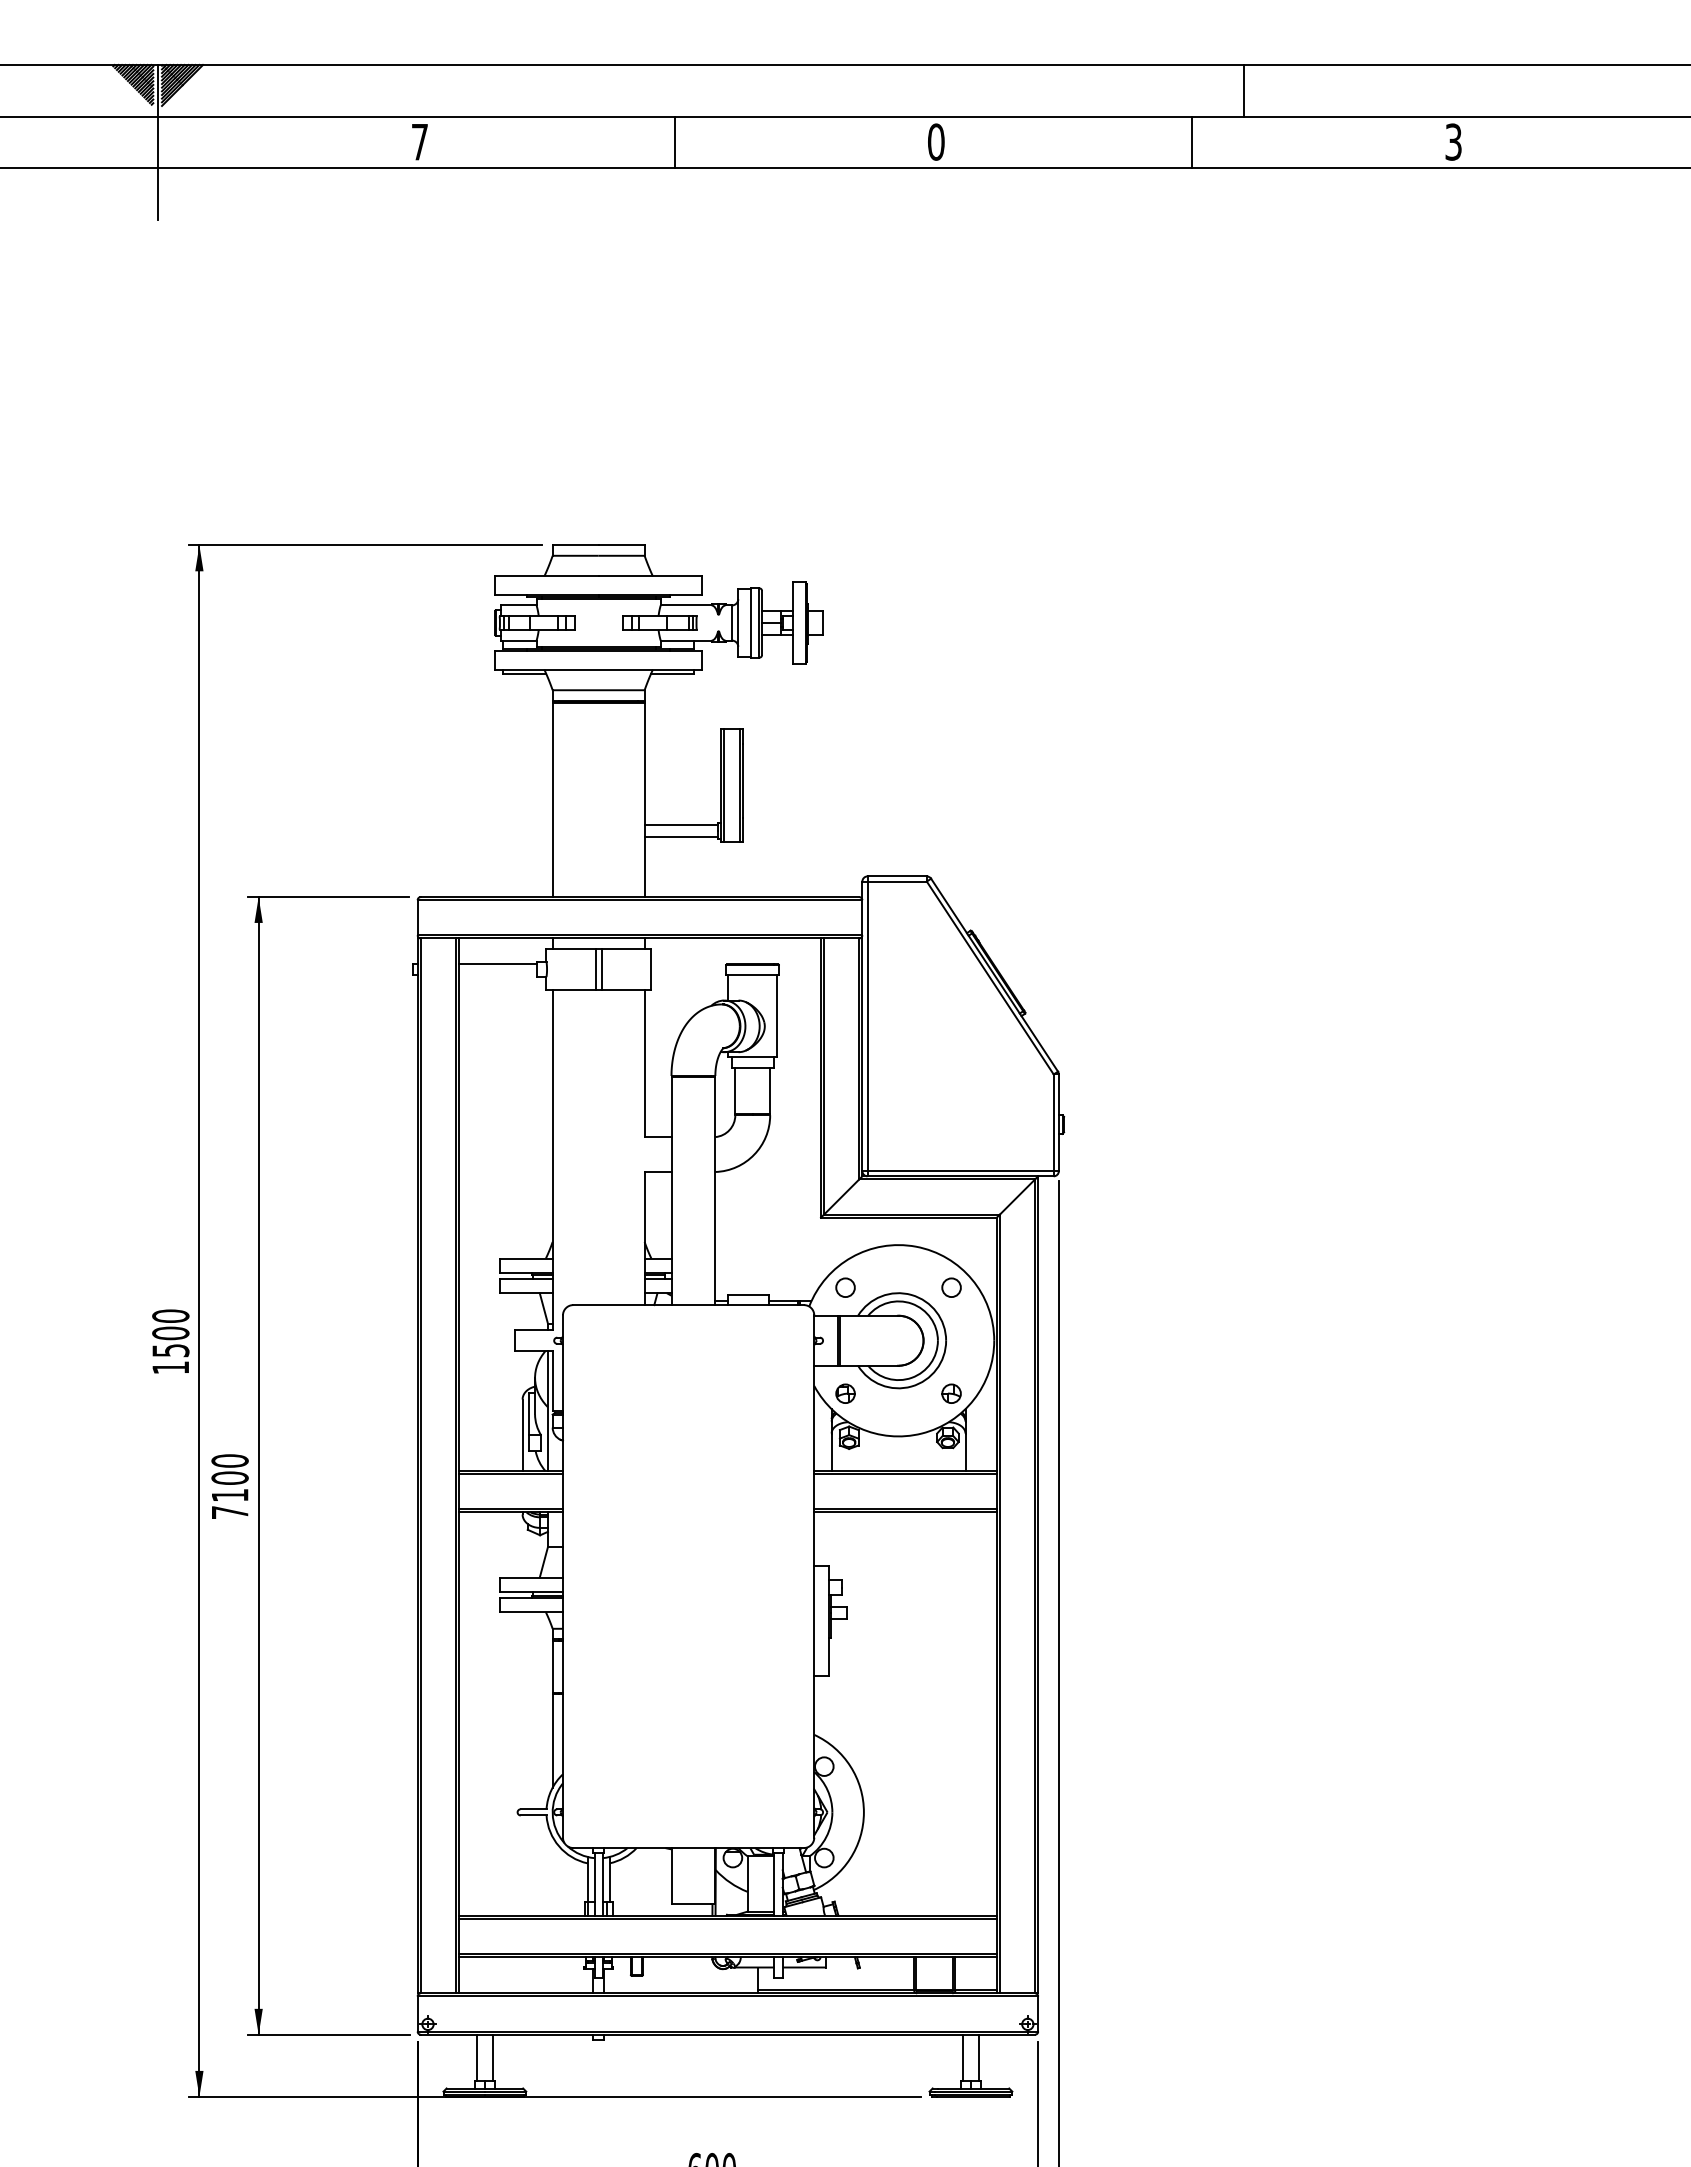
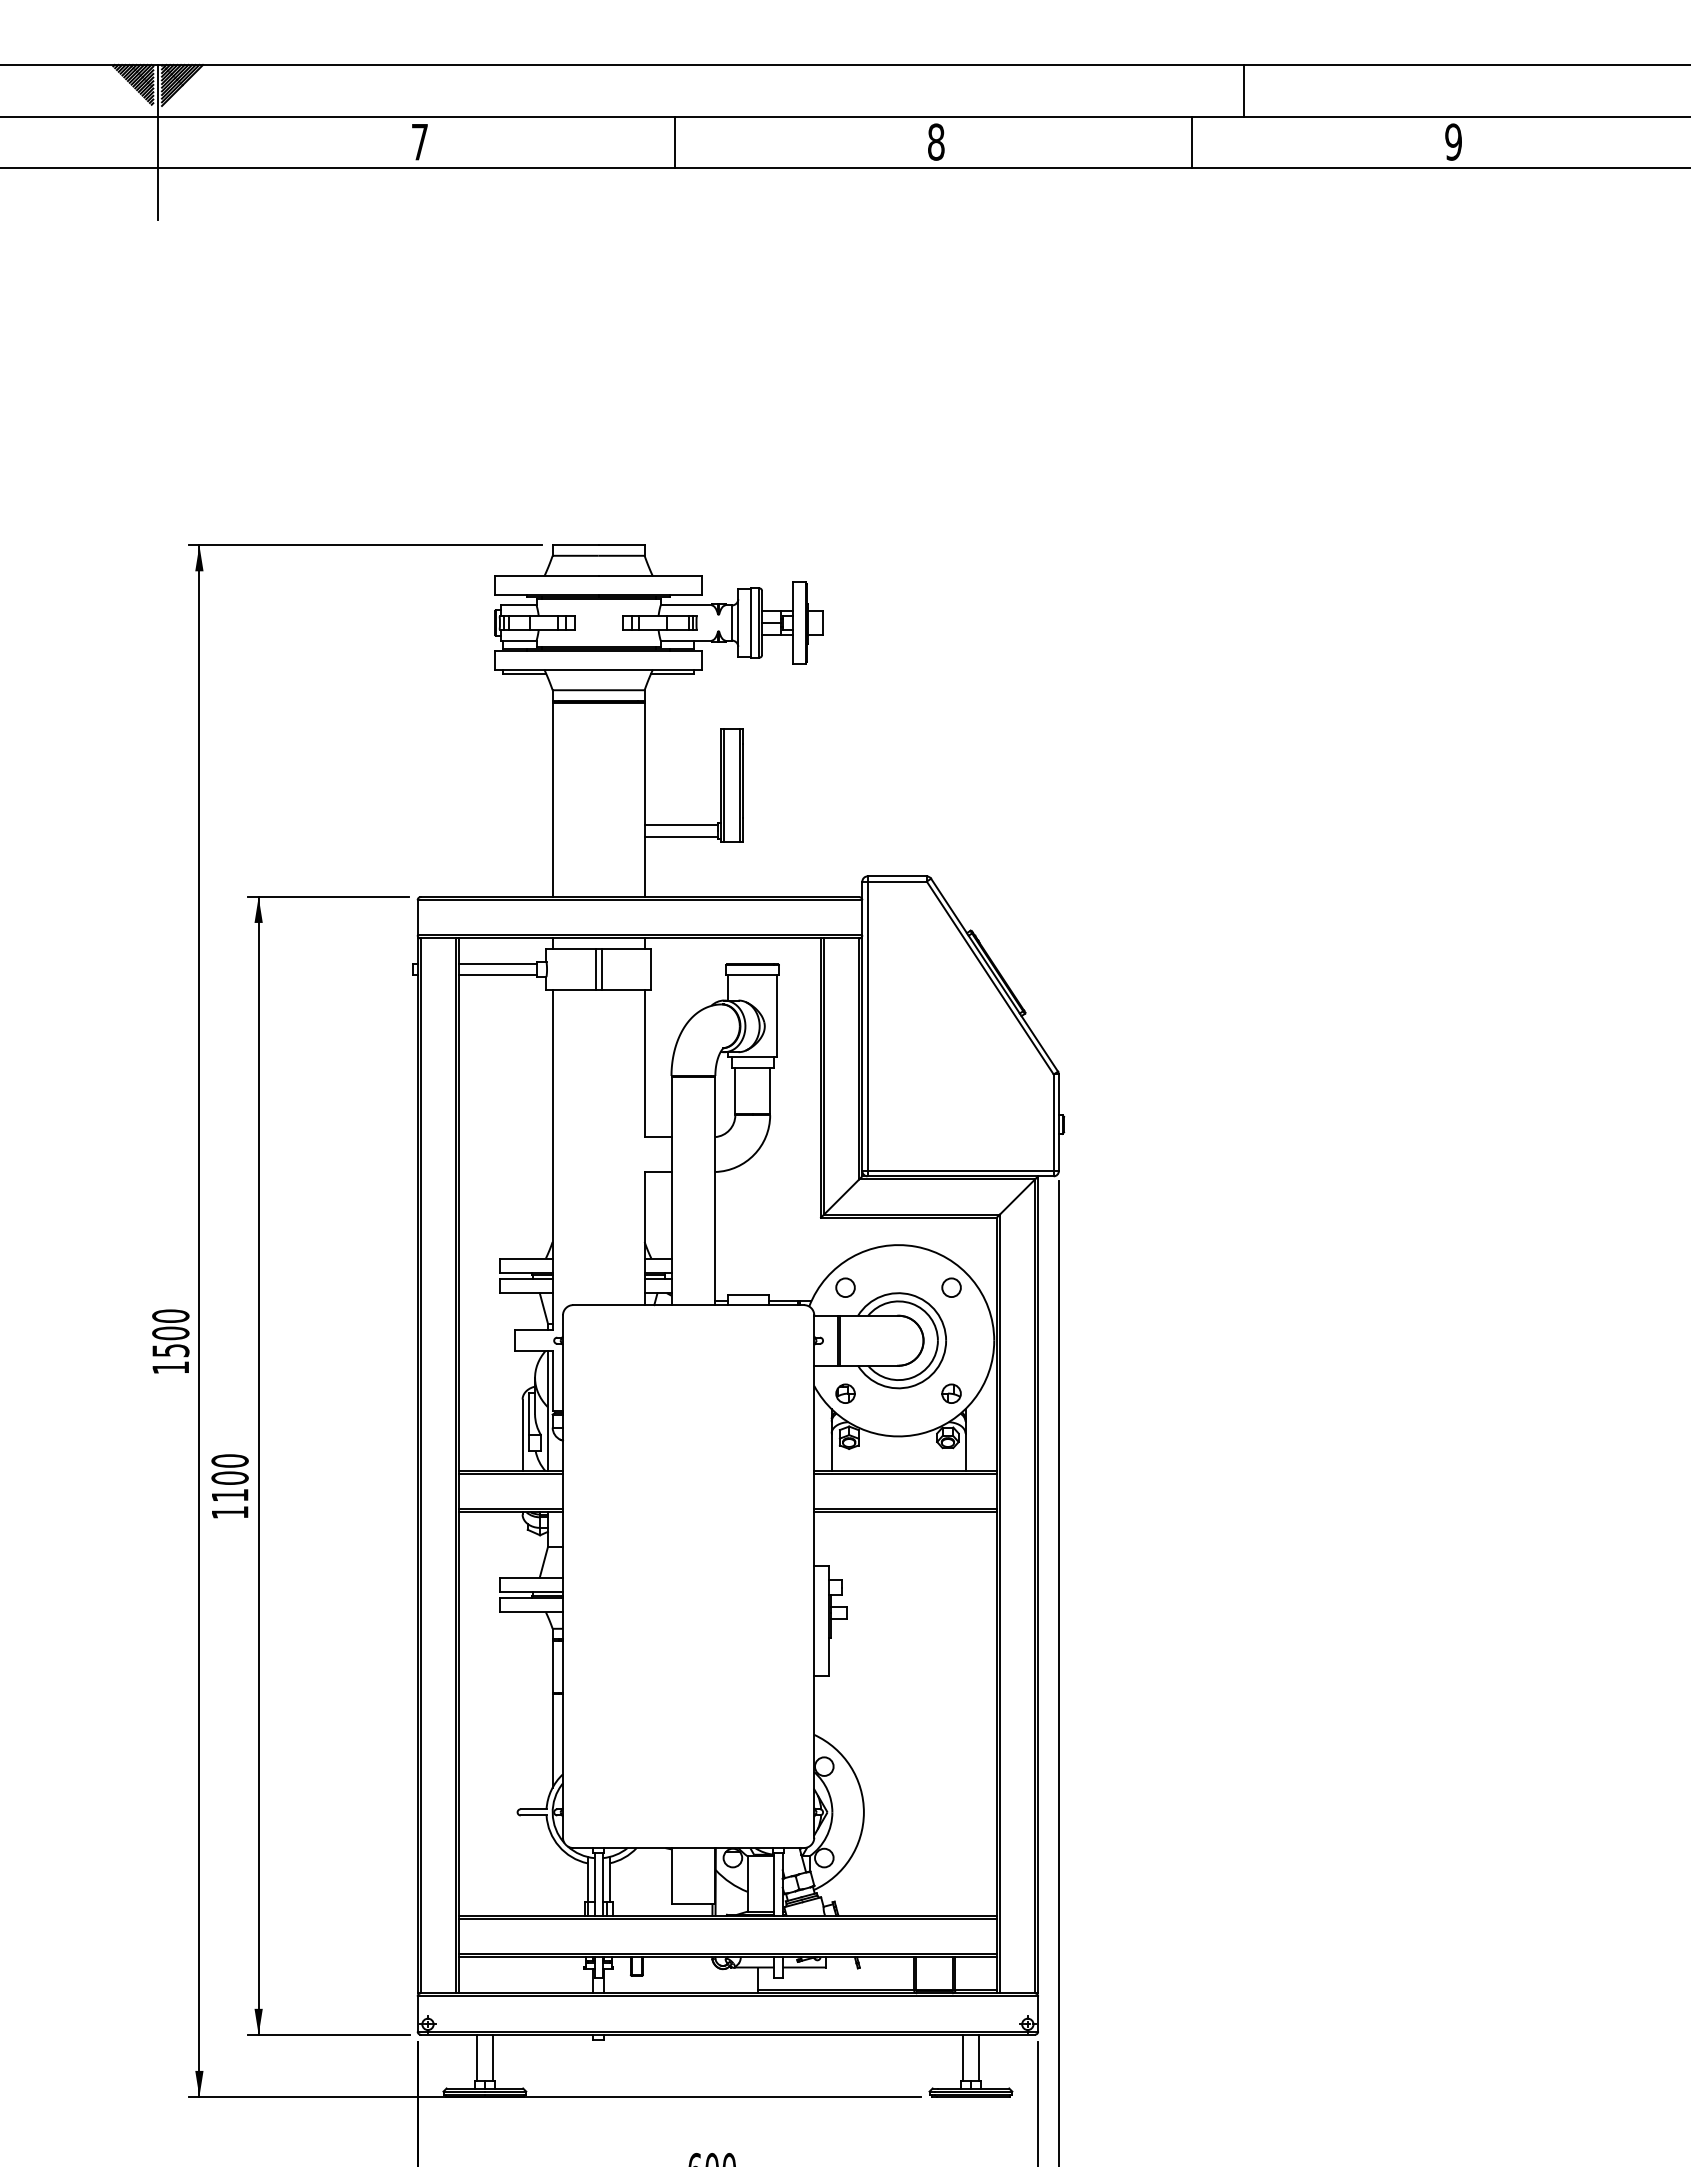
text at (936, 141): 0 -> 8
text at (1453, 141): 3 -> 9
line at (497, 974): none -> present
text at (230, 1512): 7100 -> 1100
